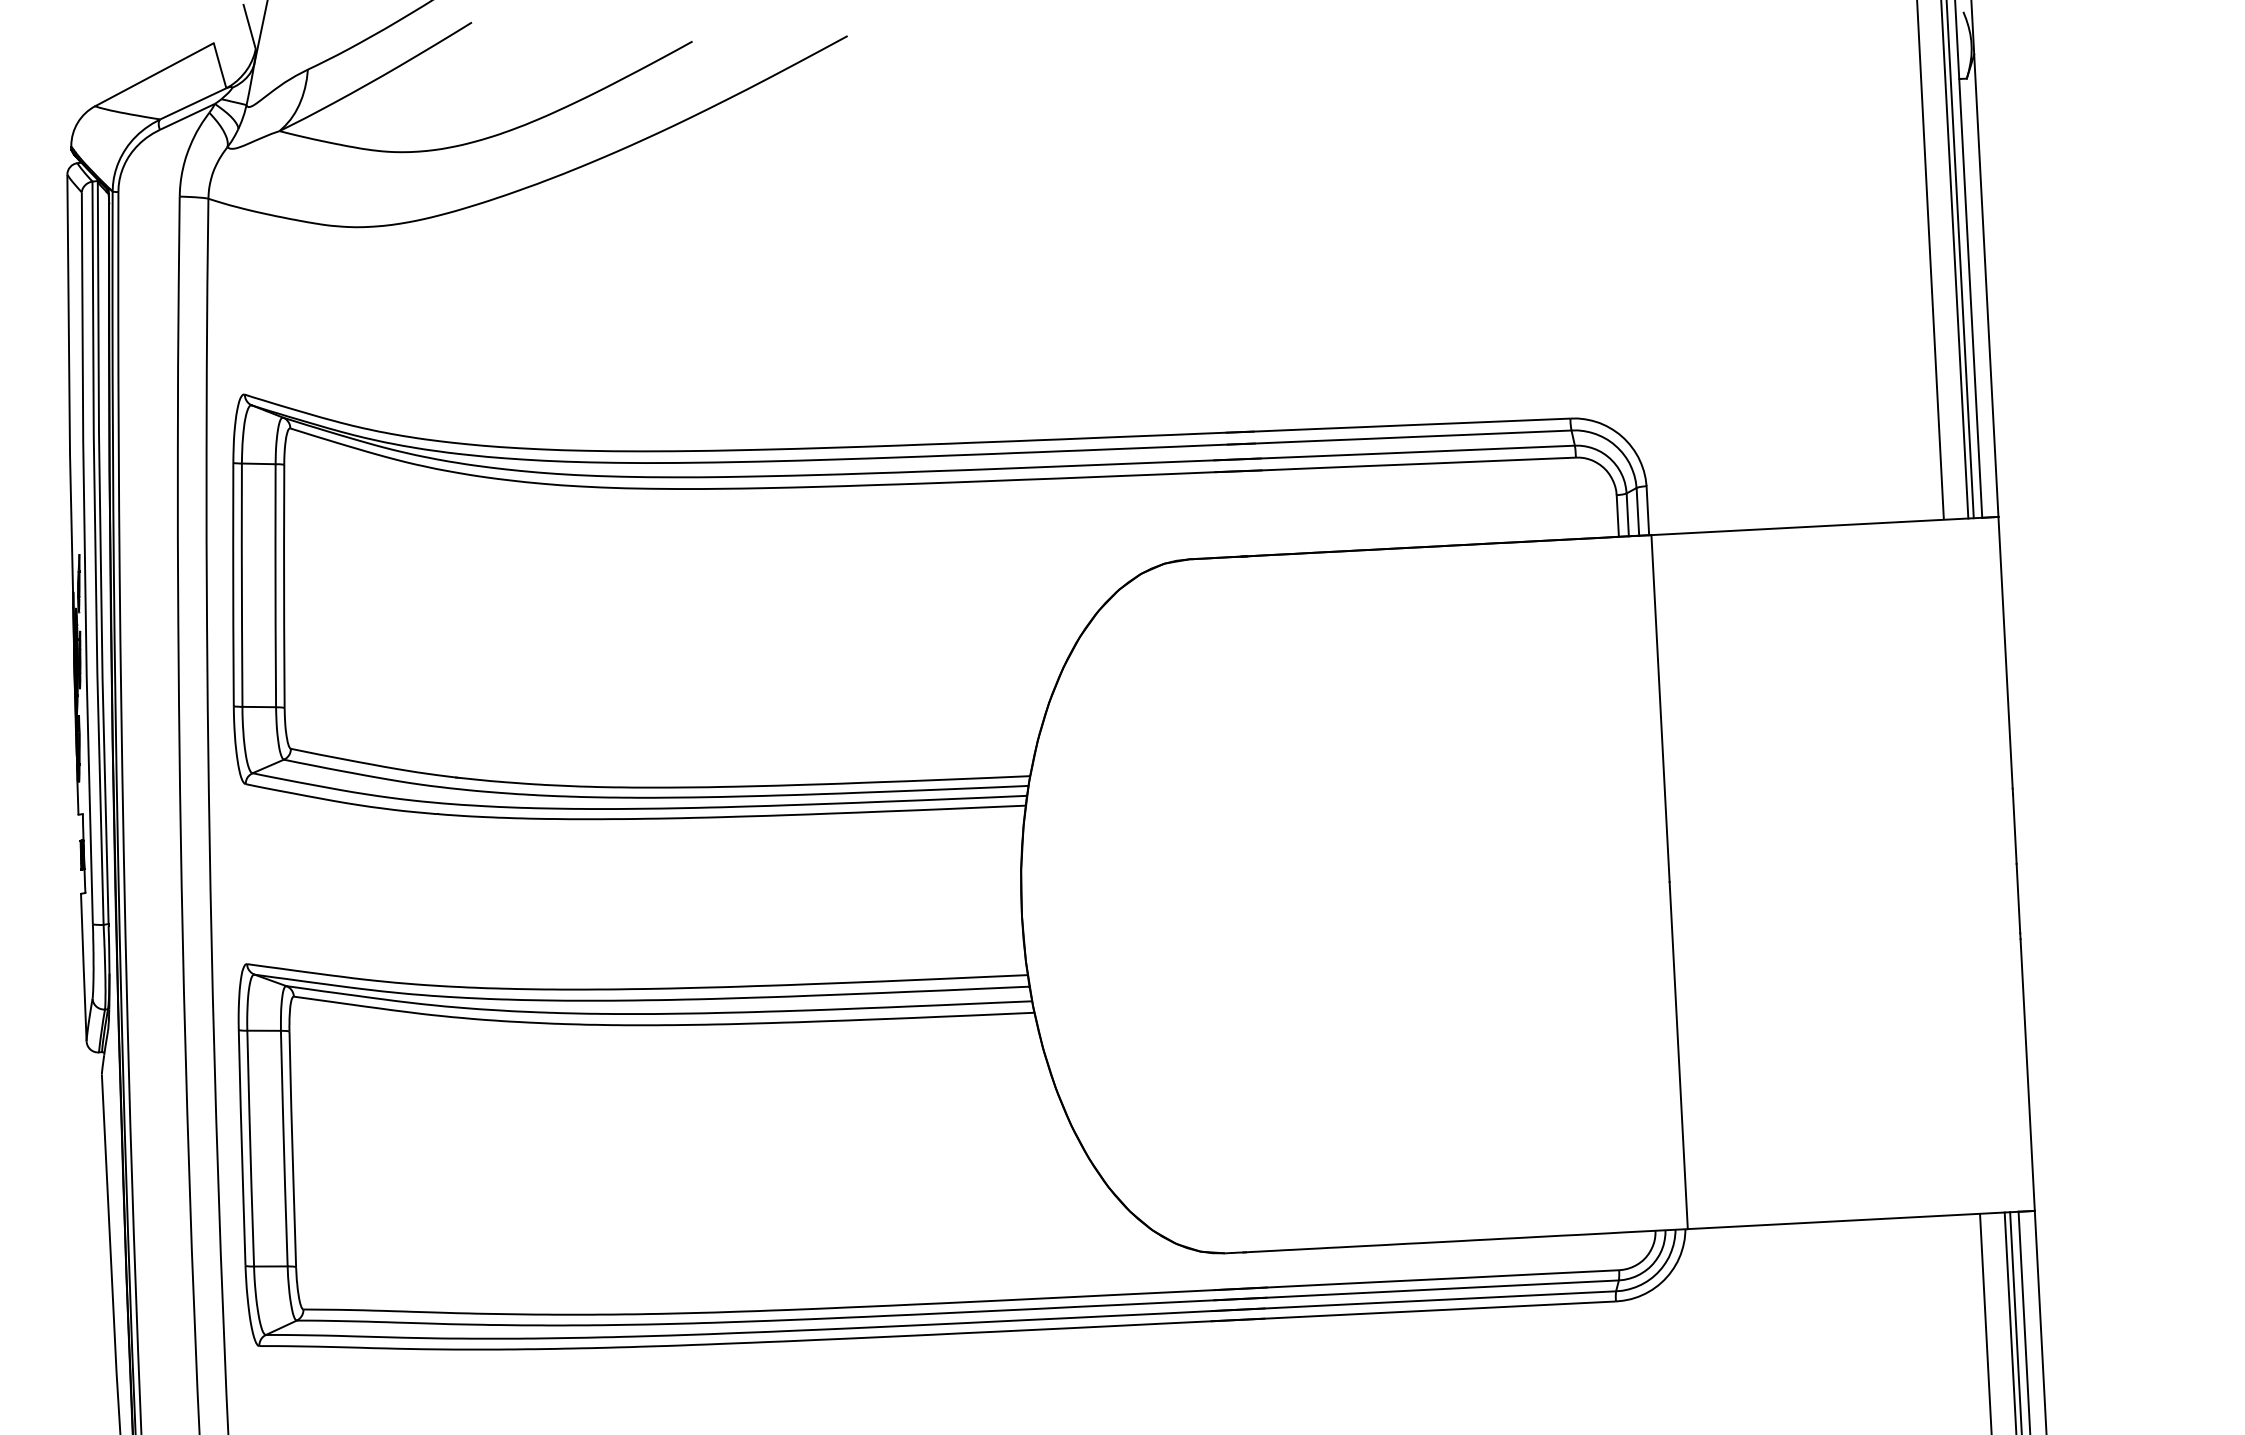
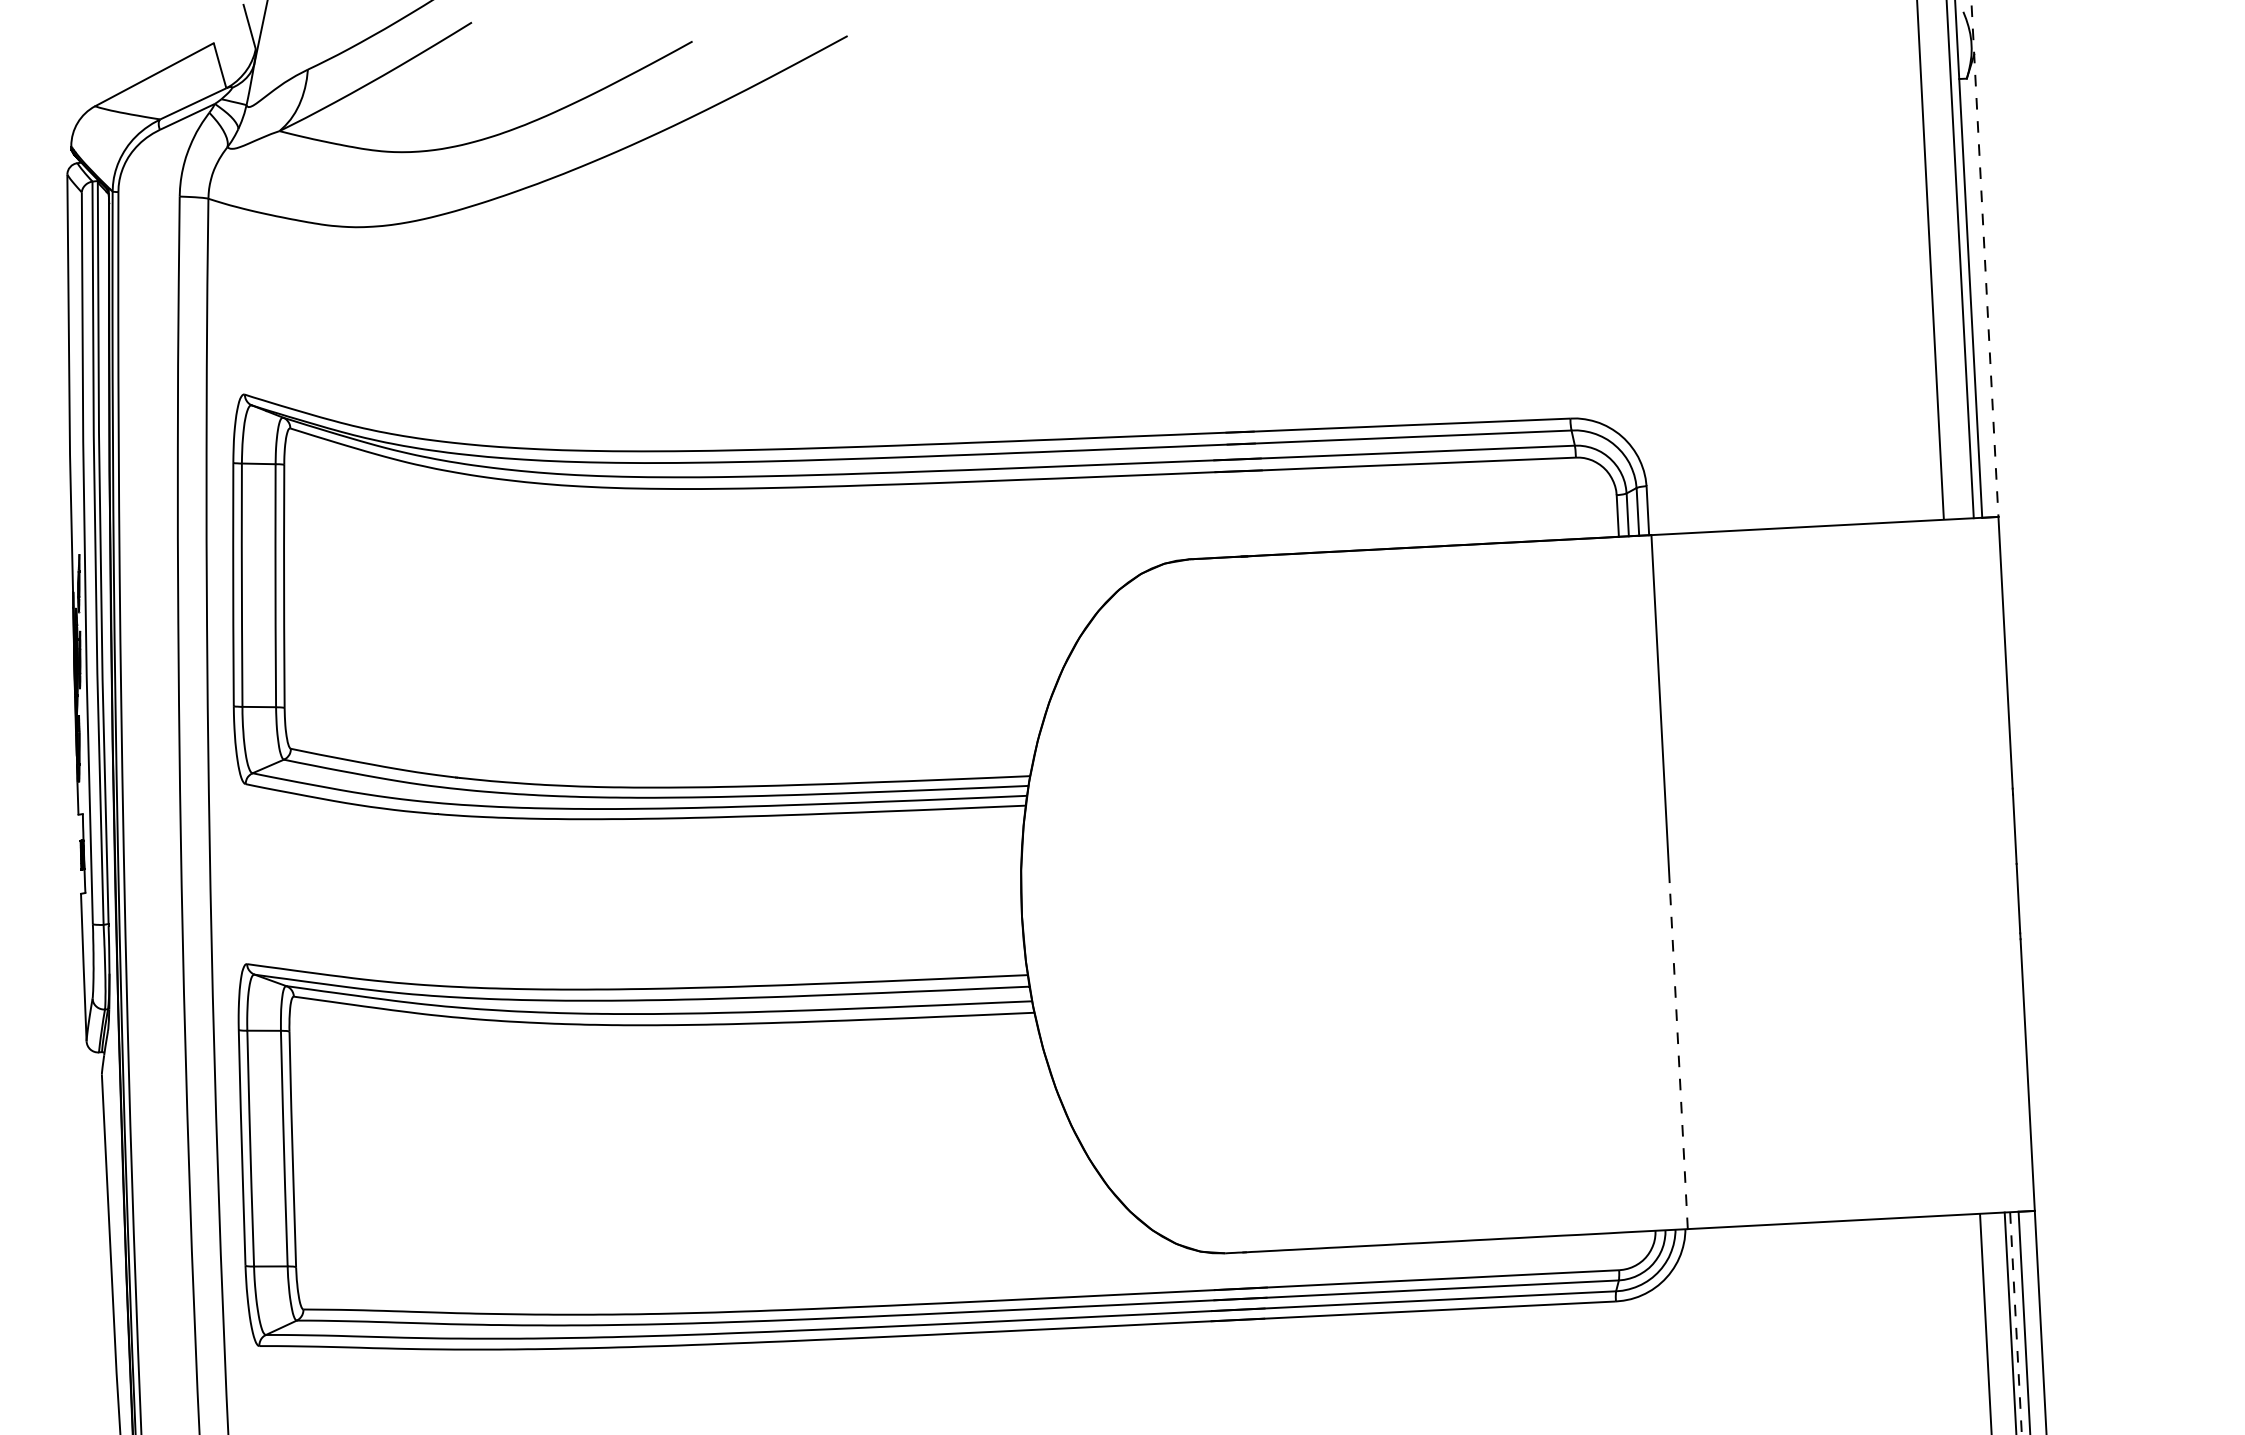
line at (1984, 259): solid -> dashed
line at (1954, 260): present -> none
line at (1678, 1055): solid -> dashed
line at (2016, 1324): solid -> dashed
